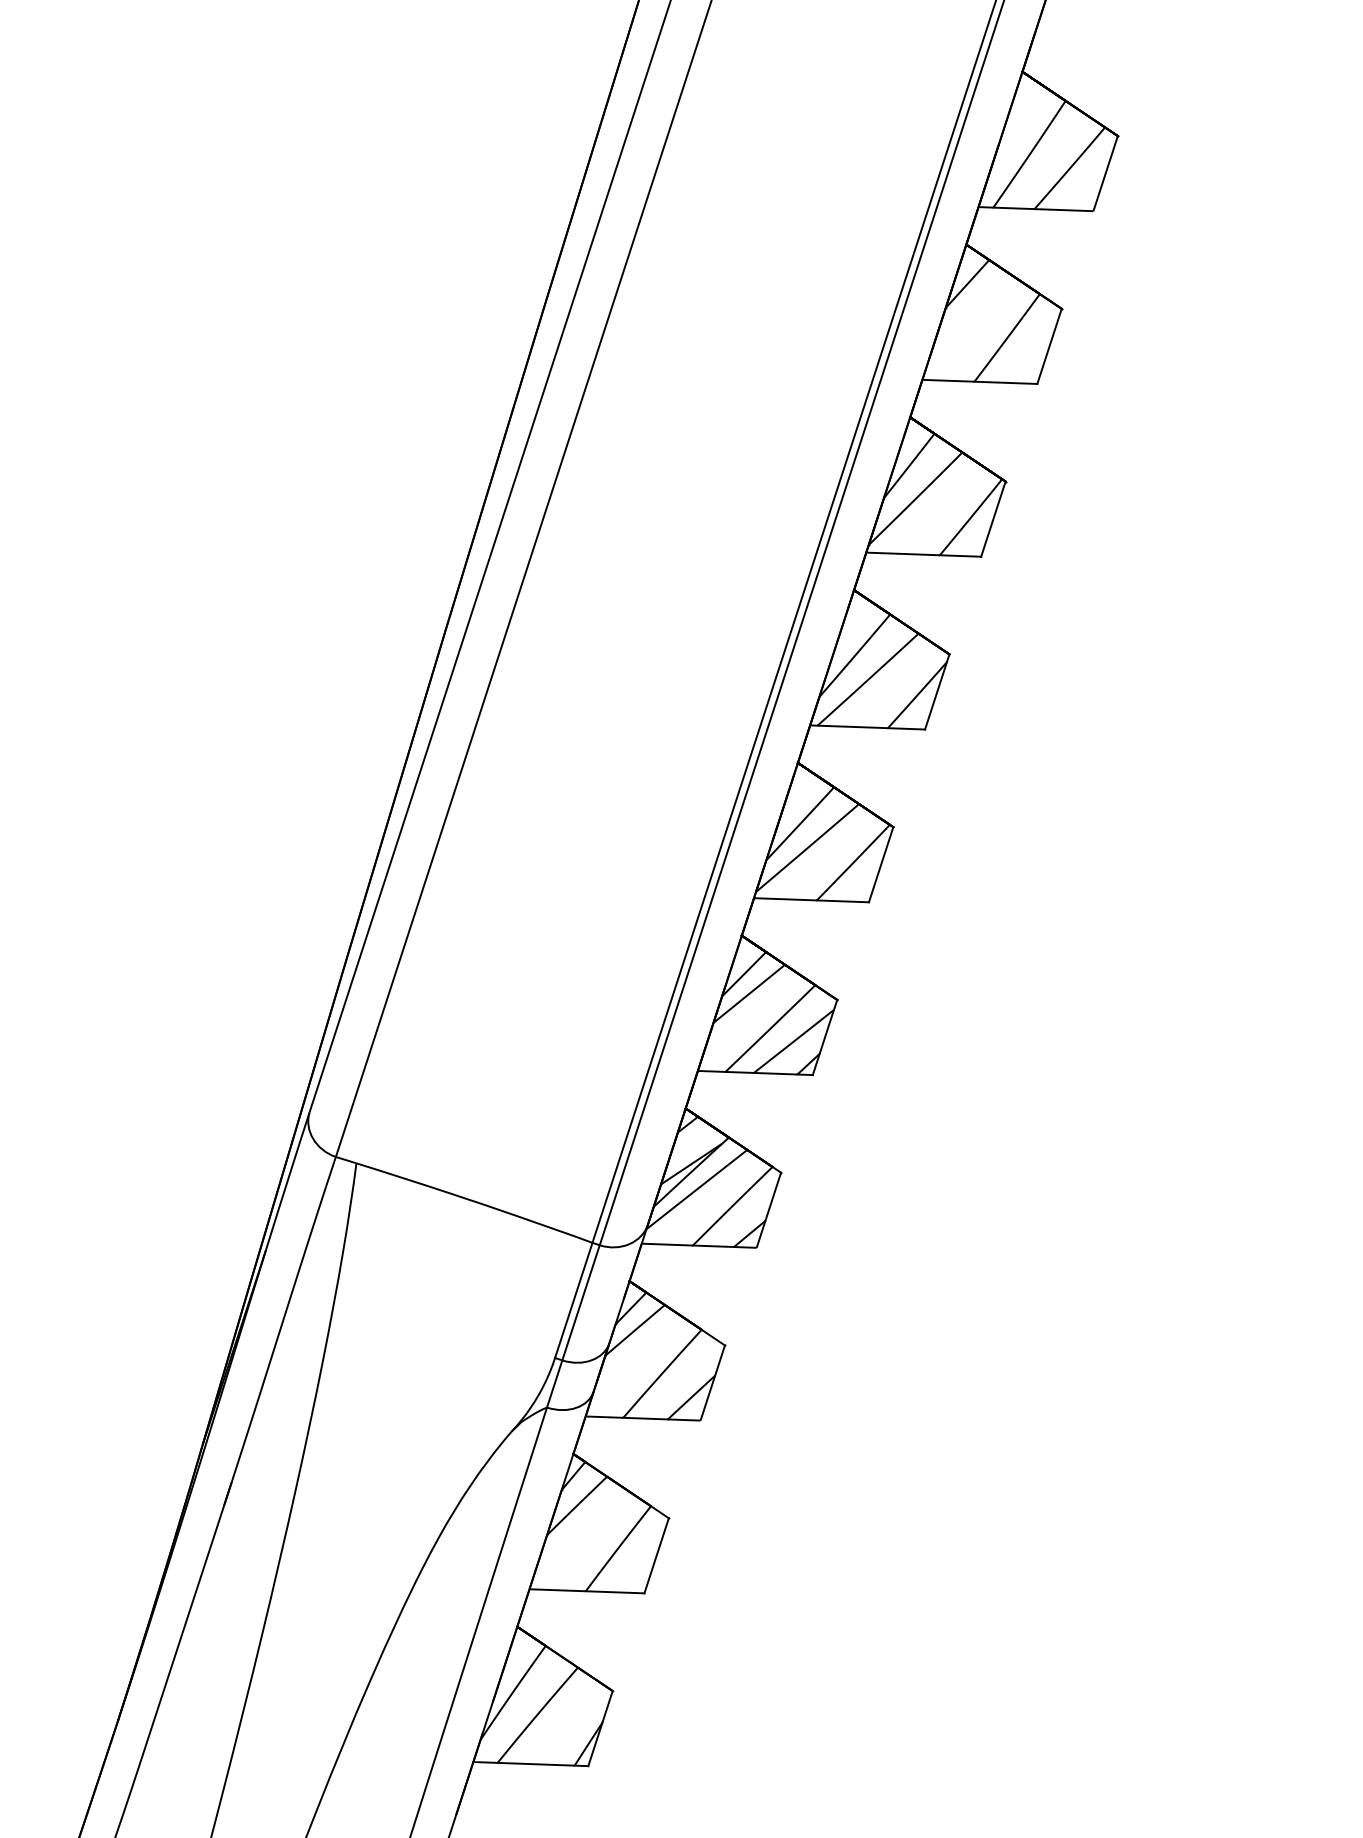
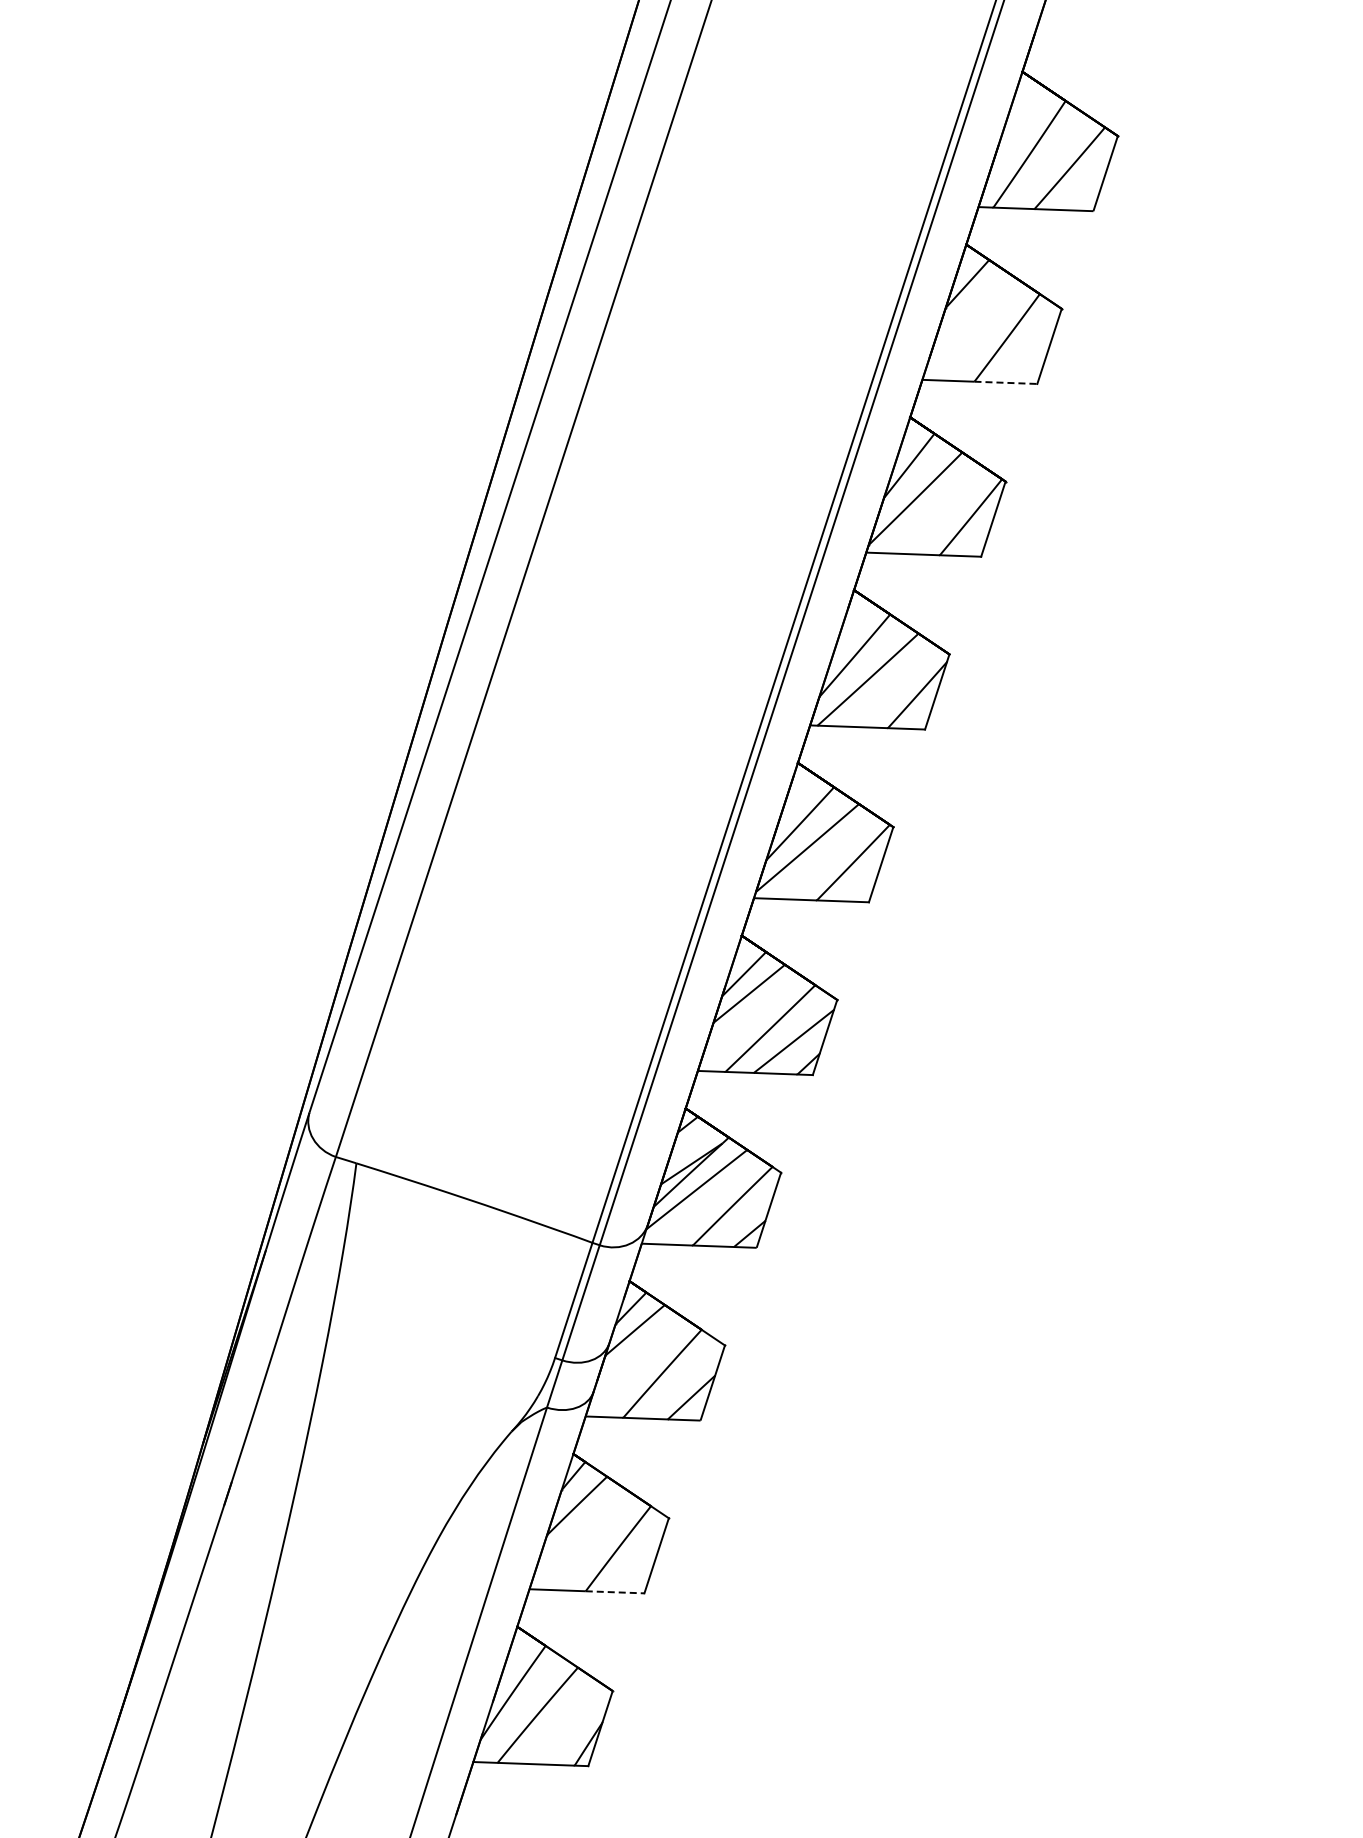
line at (1006, 382): solid -> dashed
line at (615, 1592): solid -> dashed
